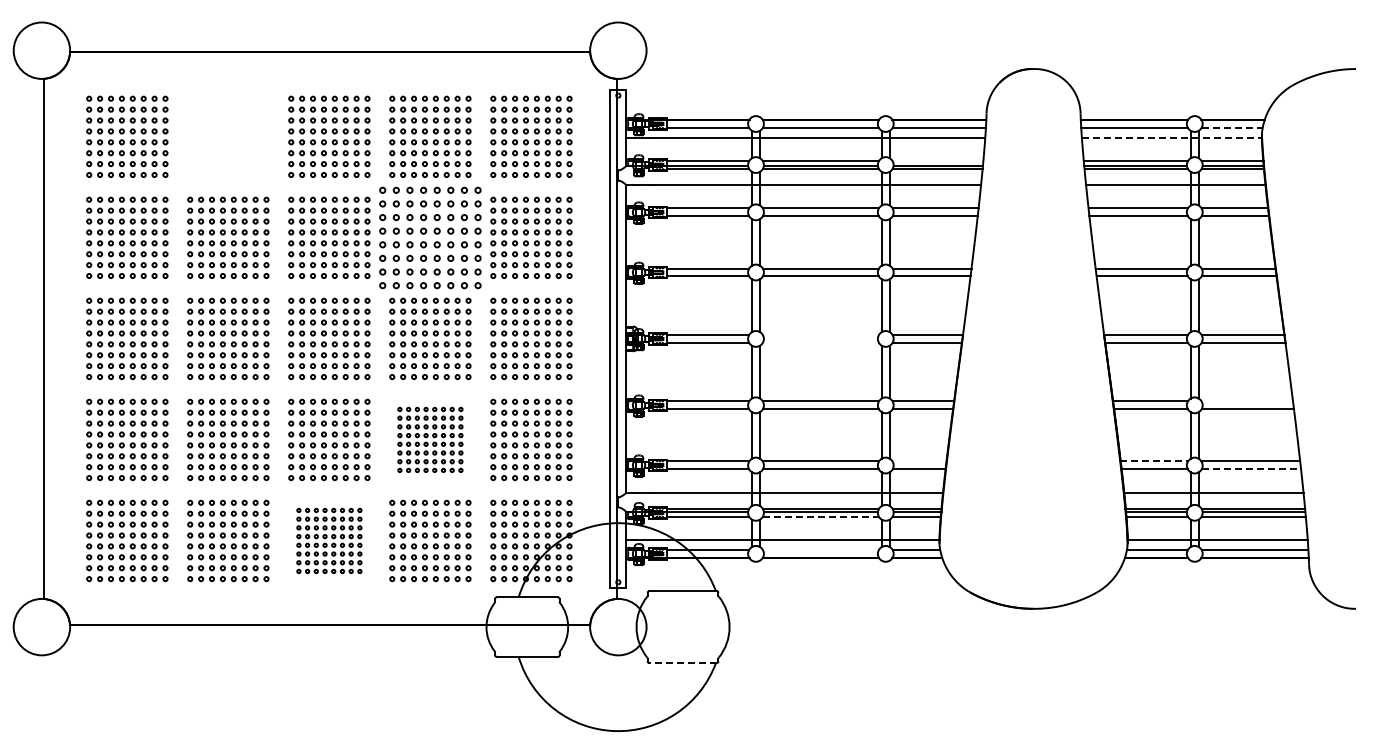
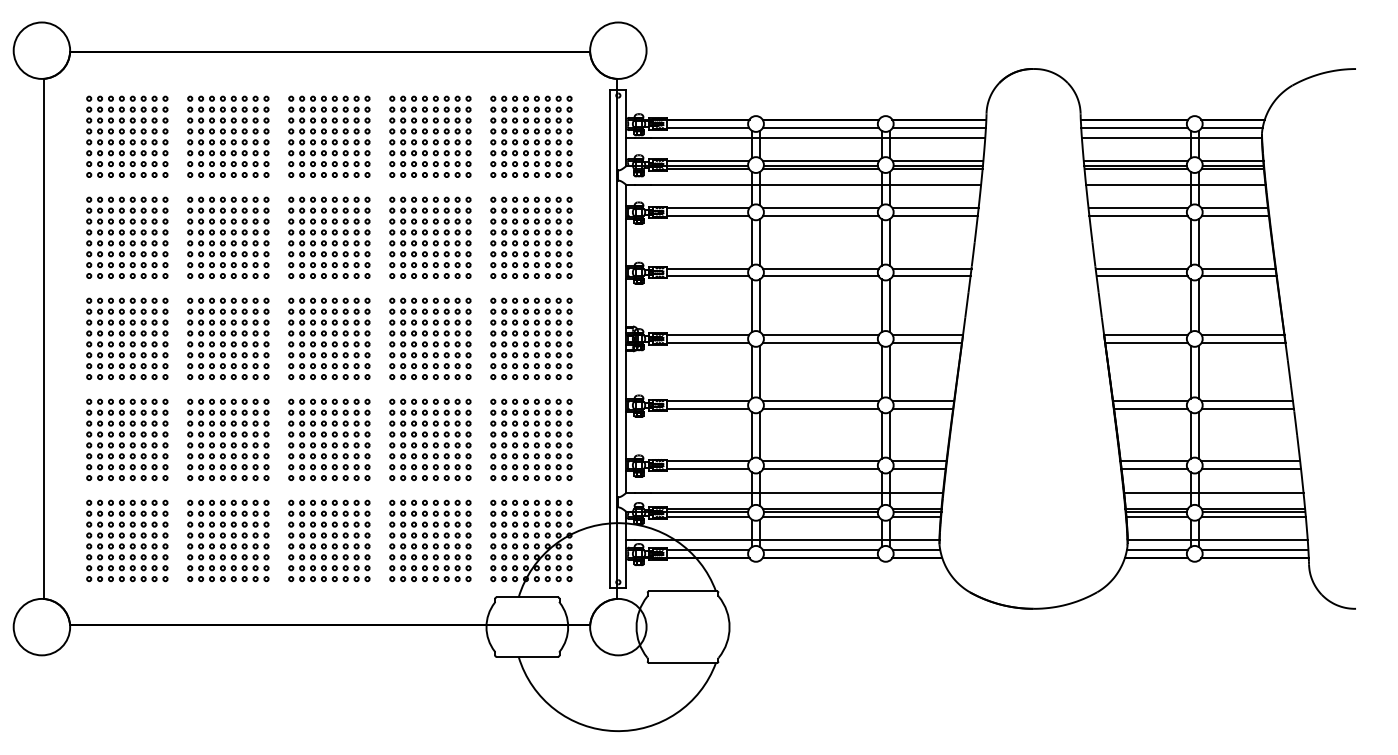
line at (1232, 127): dashed -> solid
part at (228, 136): none -> present
line at (1172, 138): dashed -> solid
line at (937, 161): none -> present
part at (430, 237) size: 103x104 px -> 83x83 px
line at (820, 334): none -> present
line at (820, 342): none -> present
line at (1247, 401): none -> present
part at (430, 439) size: 67x67 px -> 83x84 px
line at (919, 461): none -> present
line at (1154, 461): dashed -> solid
line at (1251, 469): dashed -> solid
line at (821, 516): dashed -> solid
part at (329, 540) size: 67x67 px -> 83x84 px
line at (820, 549): none -> present
line at (683, 663): dashed -> solid
